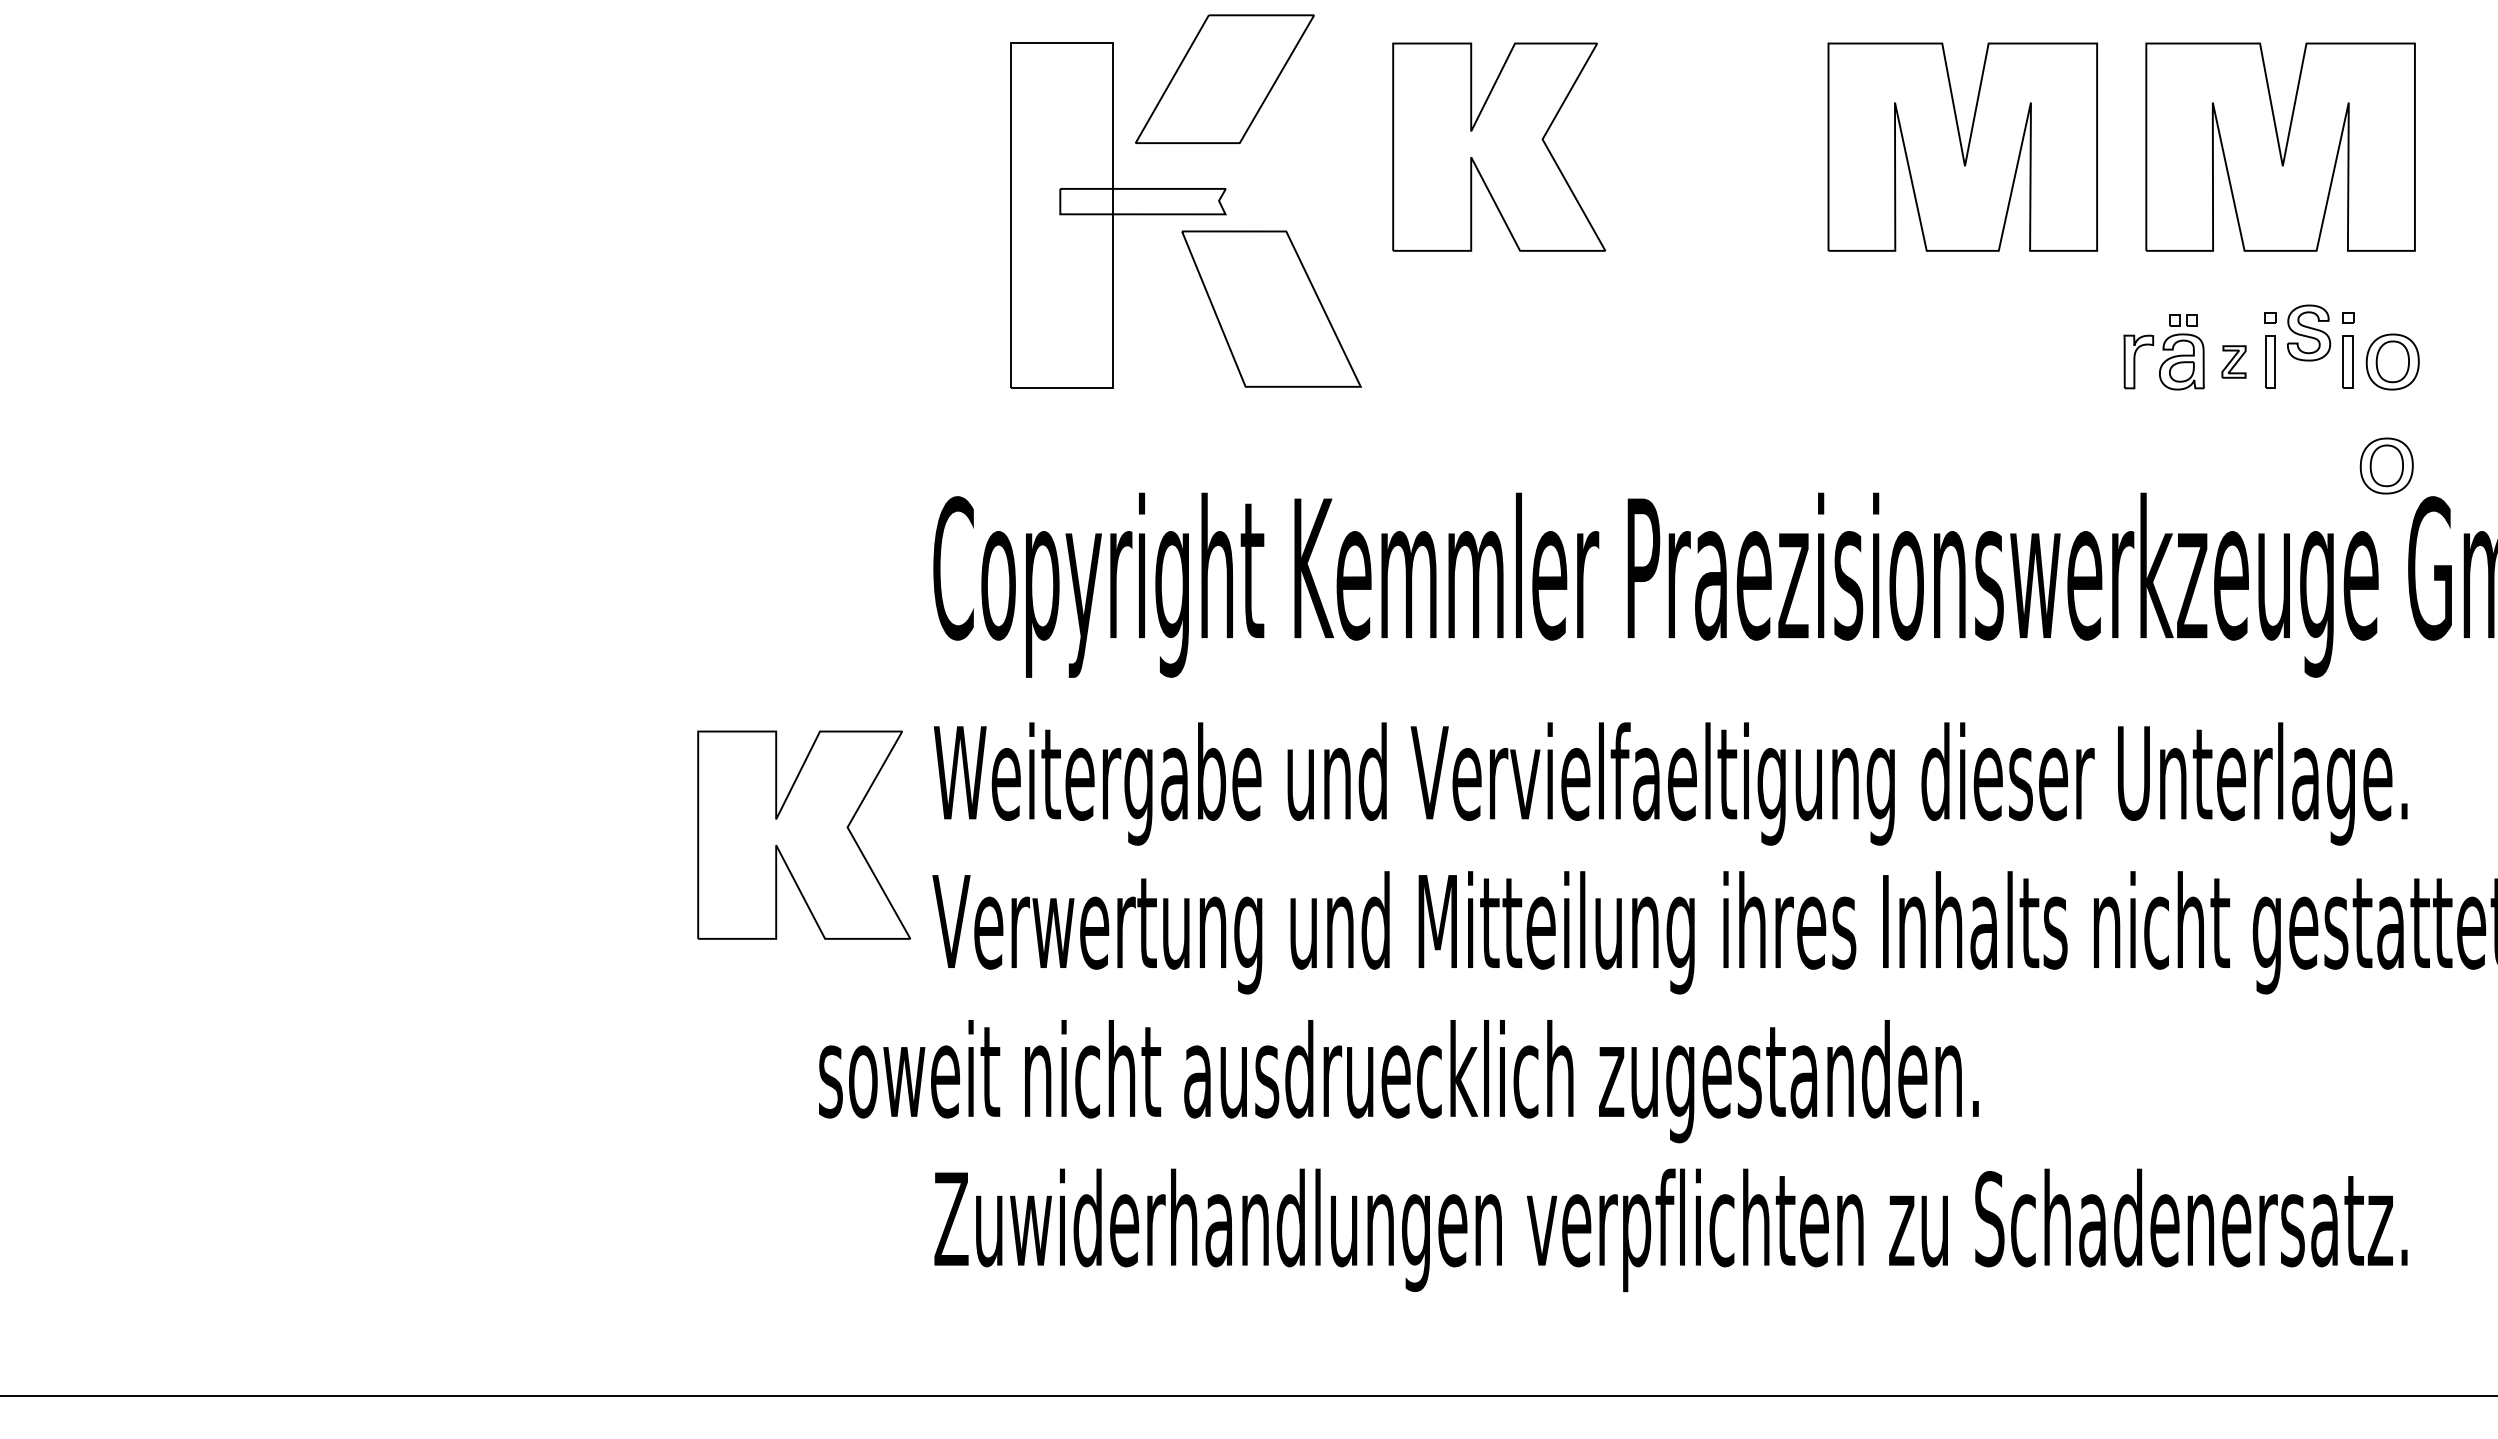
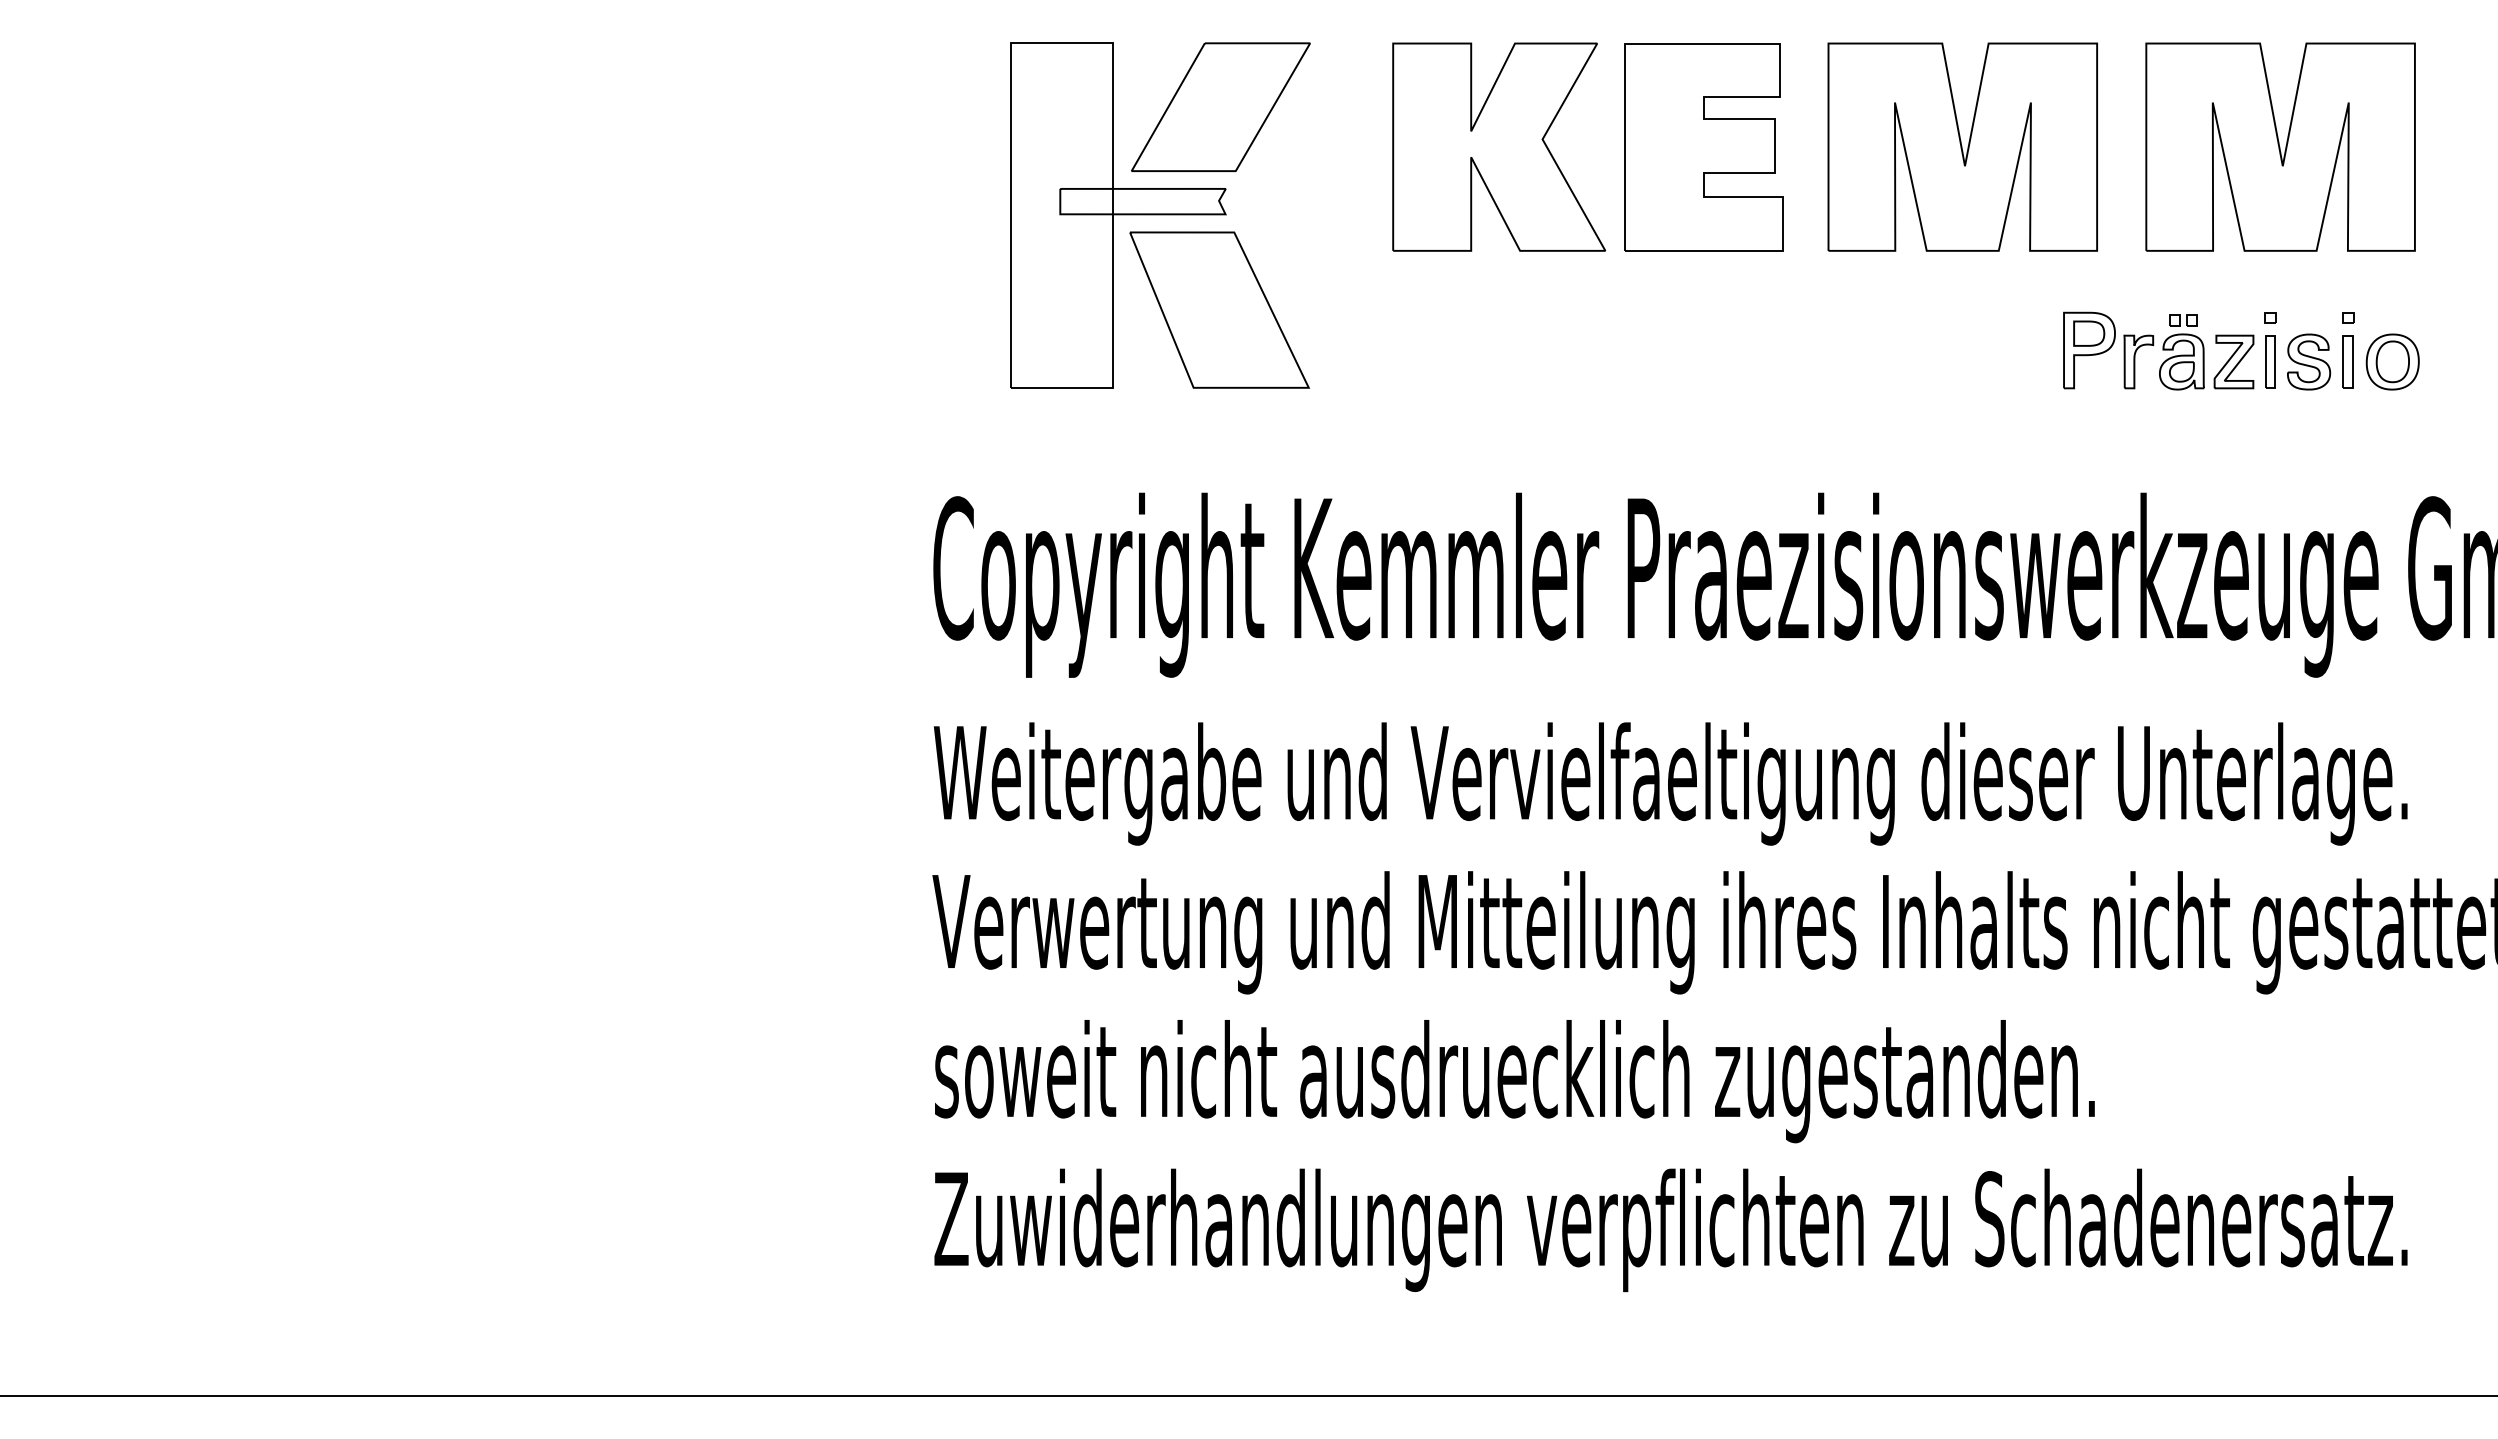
part at (1224, 78) position: (1224, 78) -> (1220, 106)
part at (1703, 147): none -> present
part at (1271, 308) position: (1271, 308) -> (1219, 309)
part at (2309, 332) position: (2309, 332) -> (2309, 361)
part at (2089, 350): none -> present
part at (2233, 361) size: 26x34 px -> 42x56 px
part at (2386, 465): present -> none
part at (804, 834): present -> none
text at (1398, 1081) position: (1398, 1081) -> (1514, 1081)
